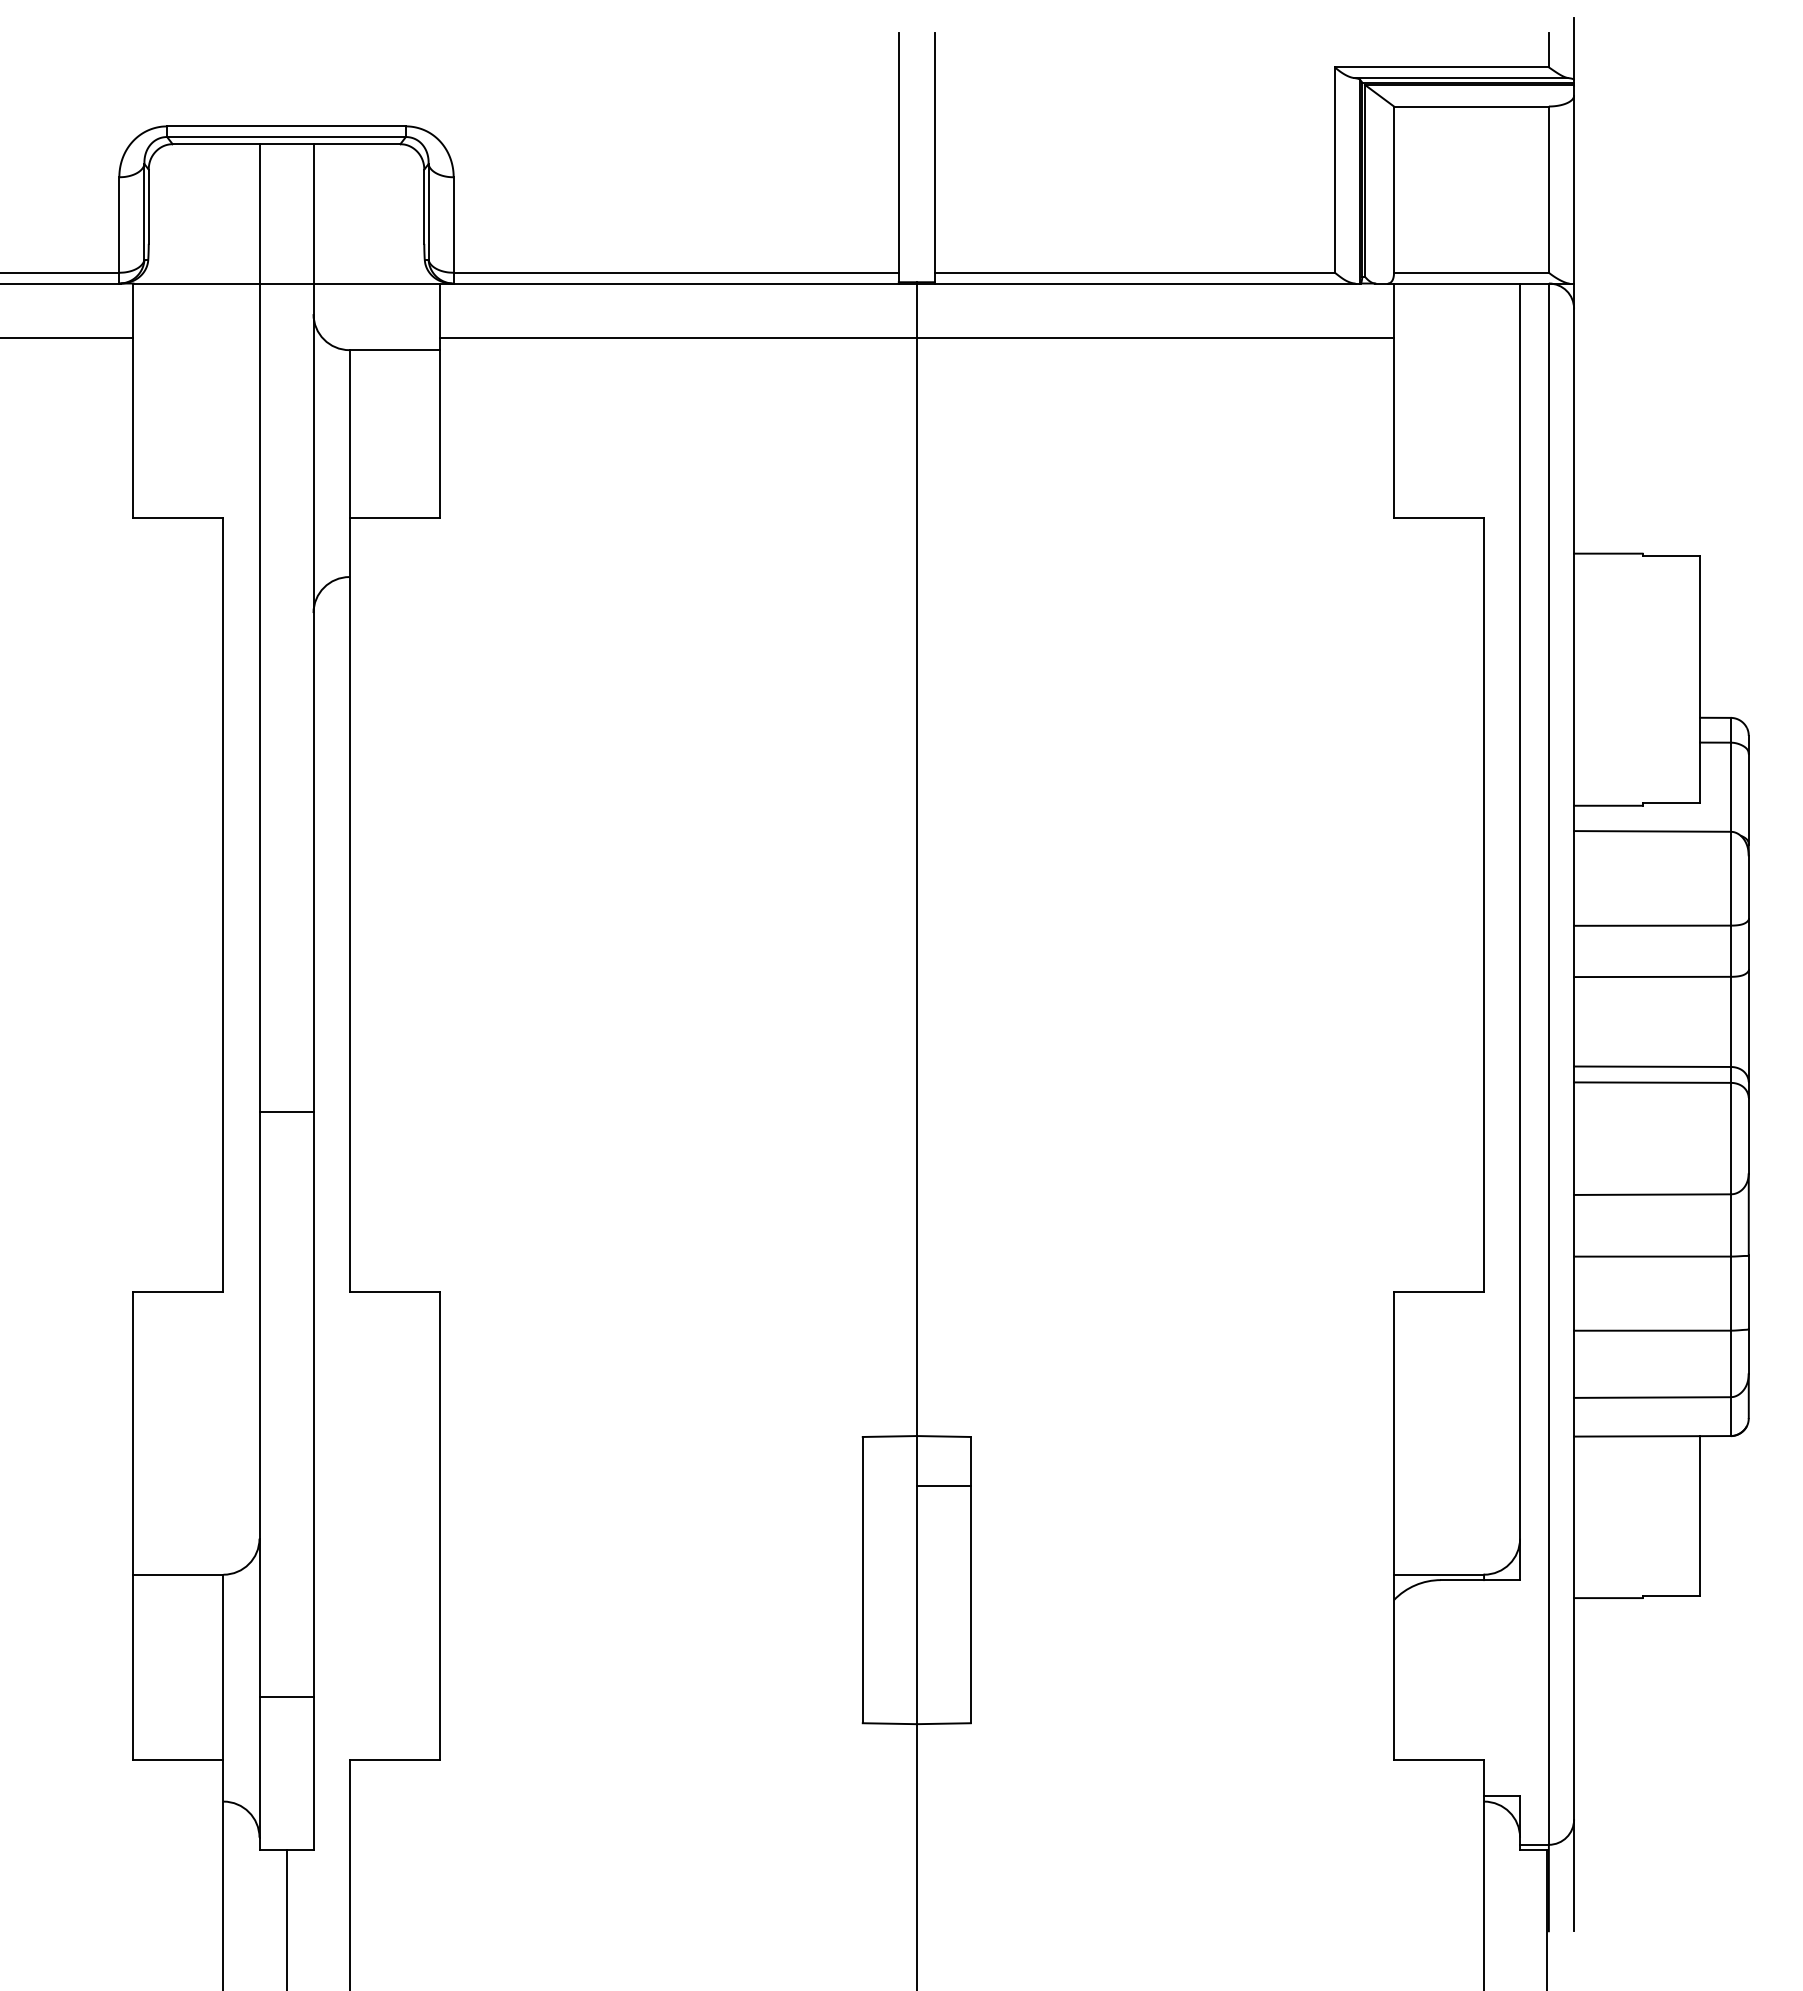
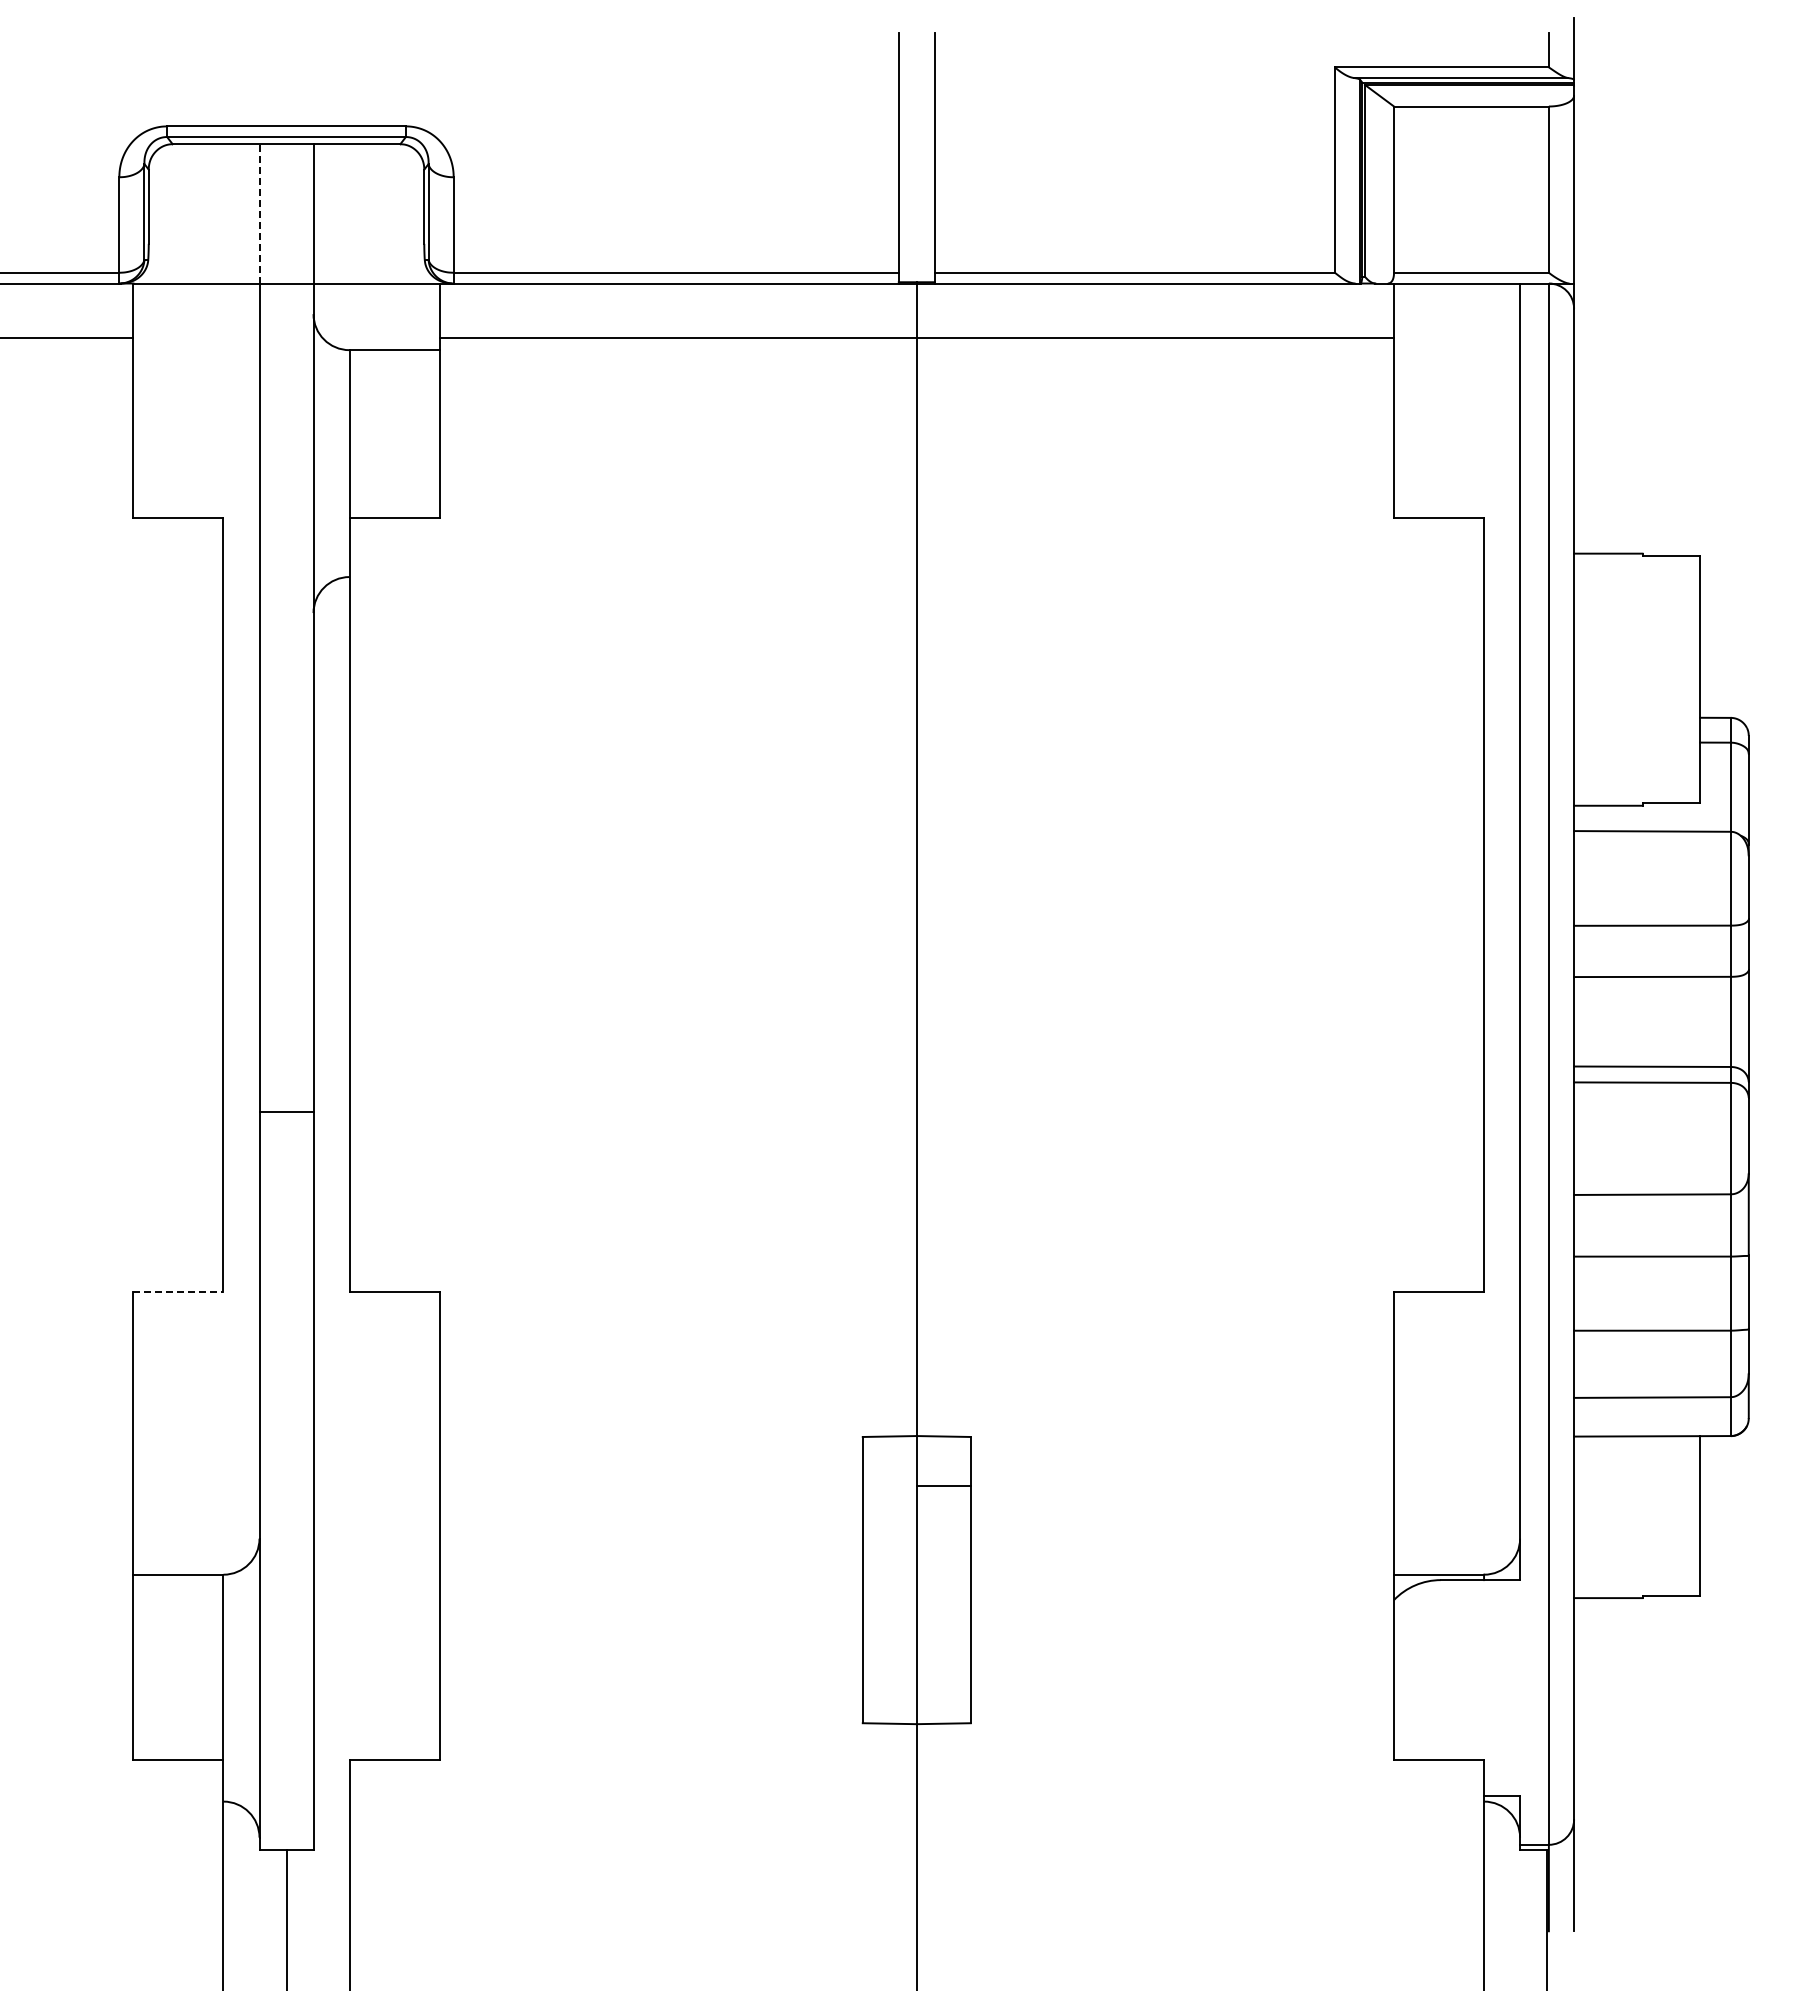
line at (259, 213): solid -> dashed
line at (178, 1291): solid -> dashed
line at (286, 1697): present -> none
